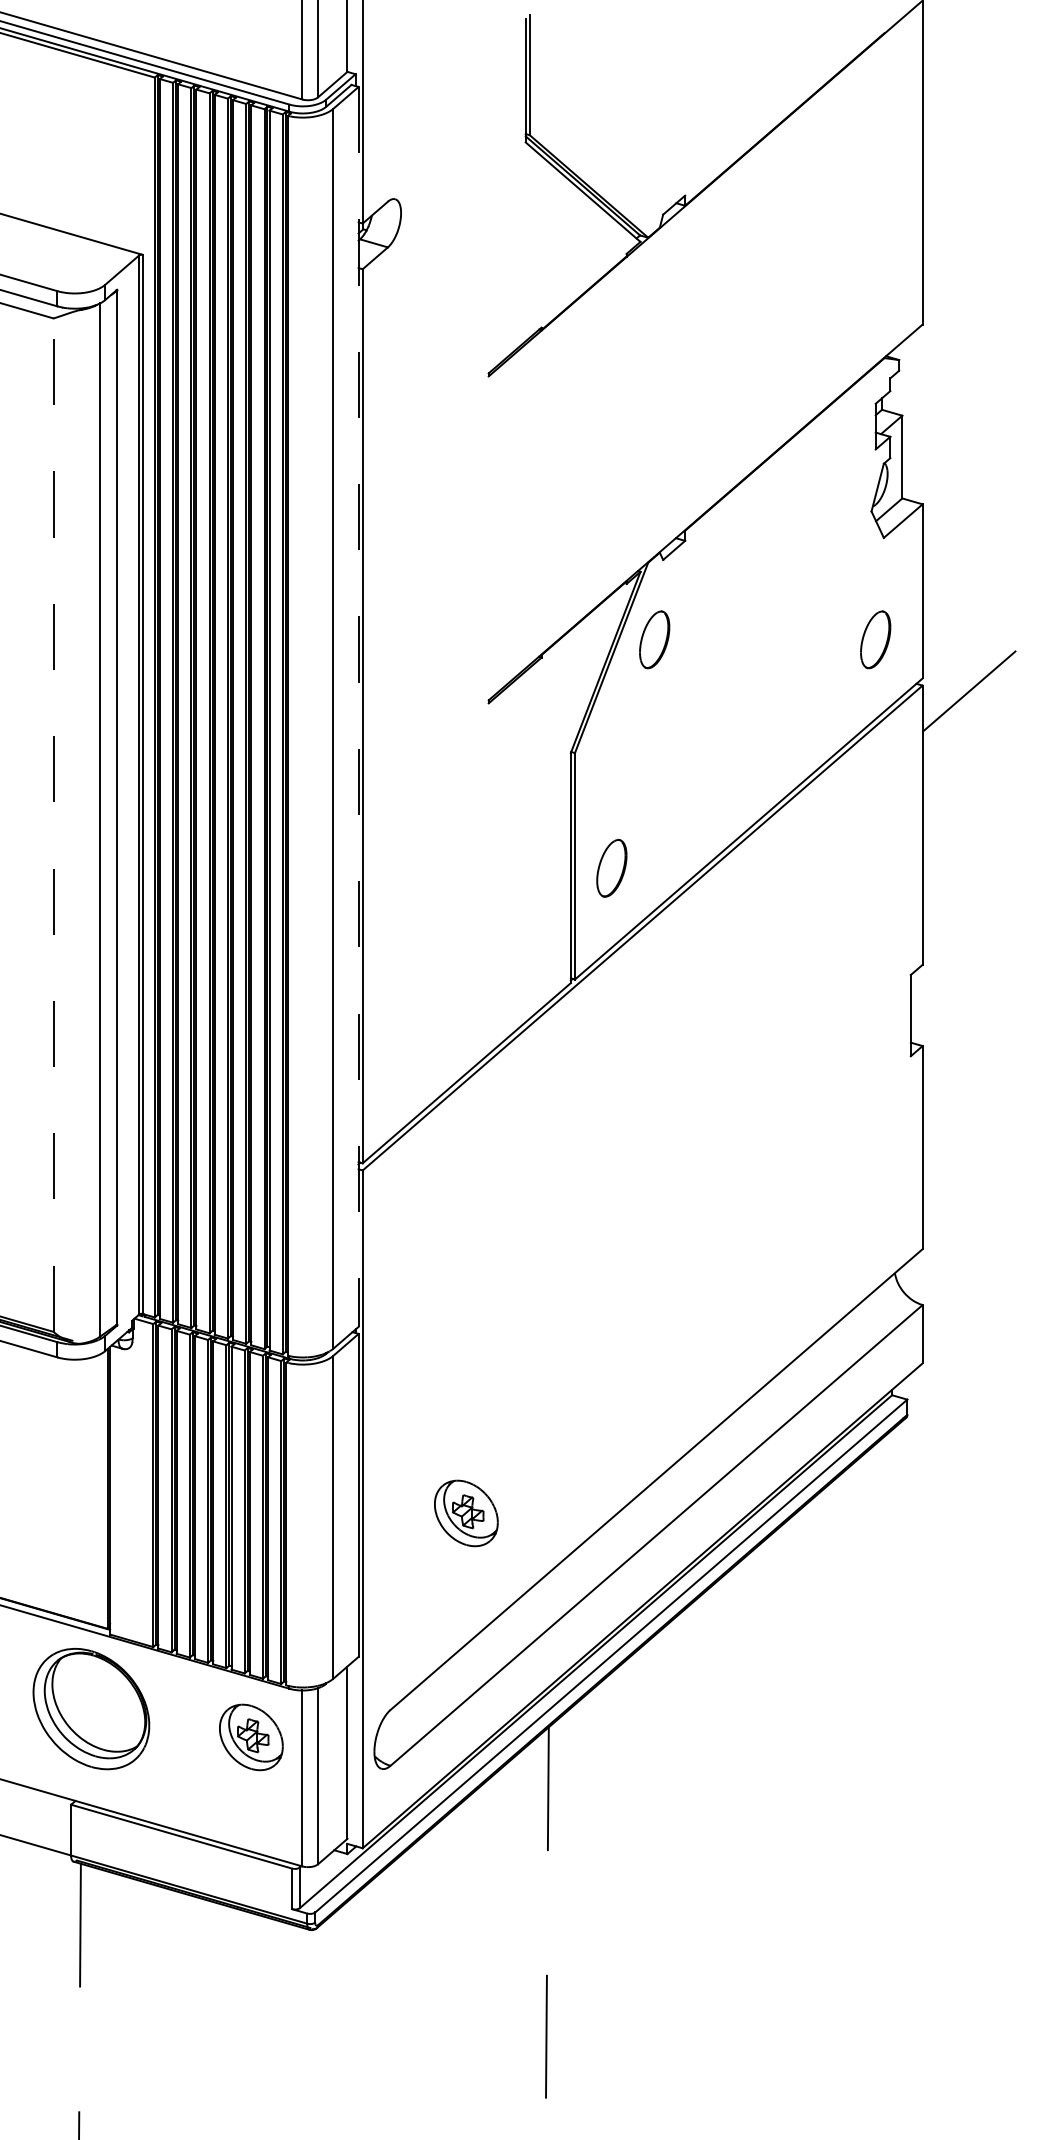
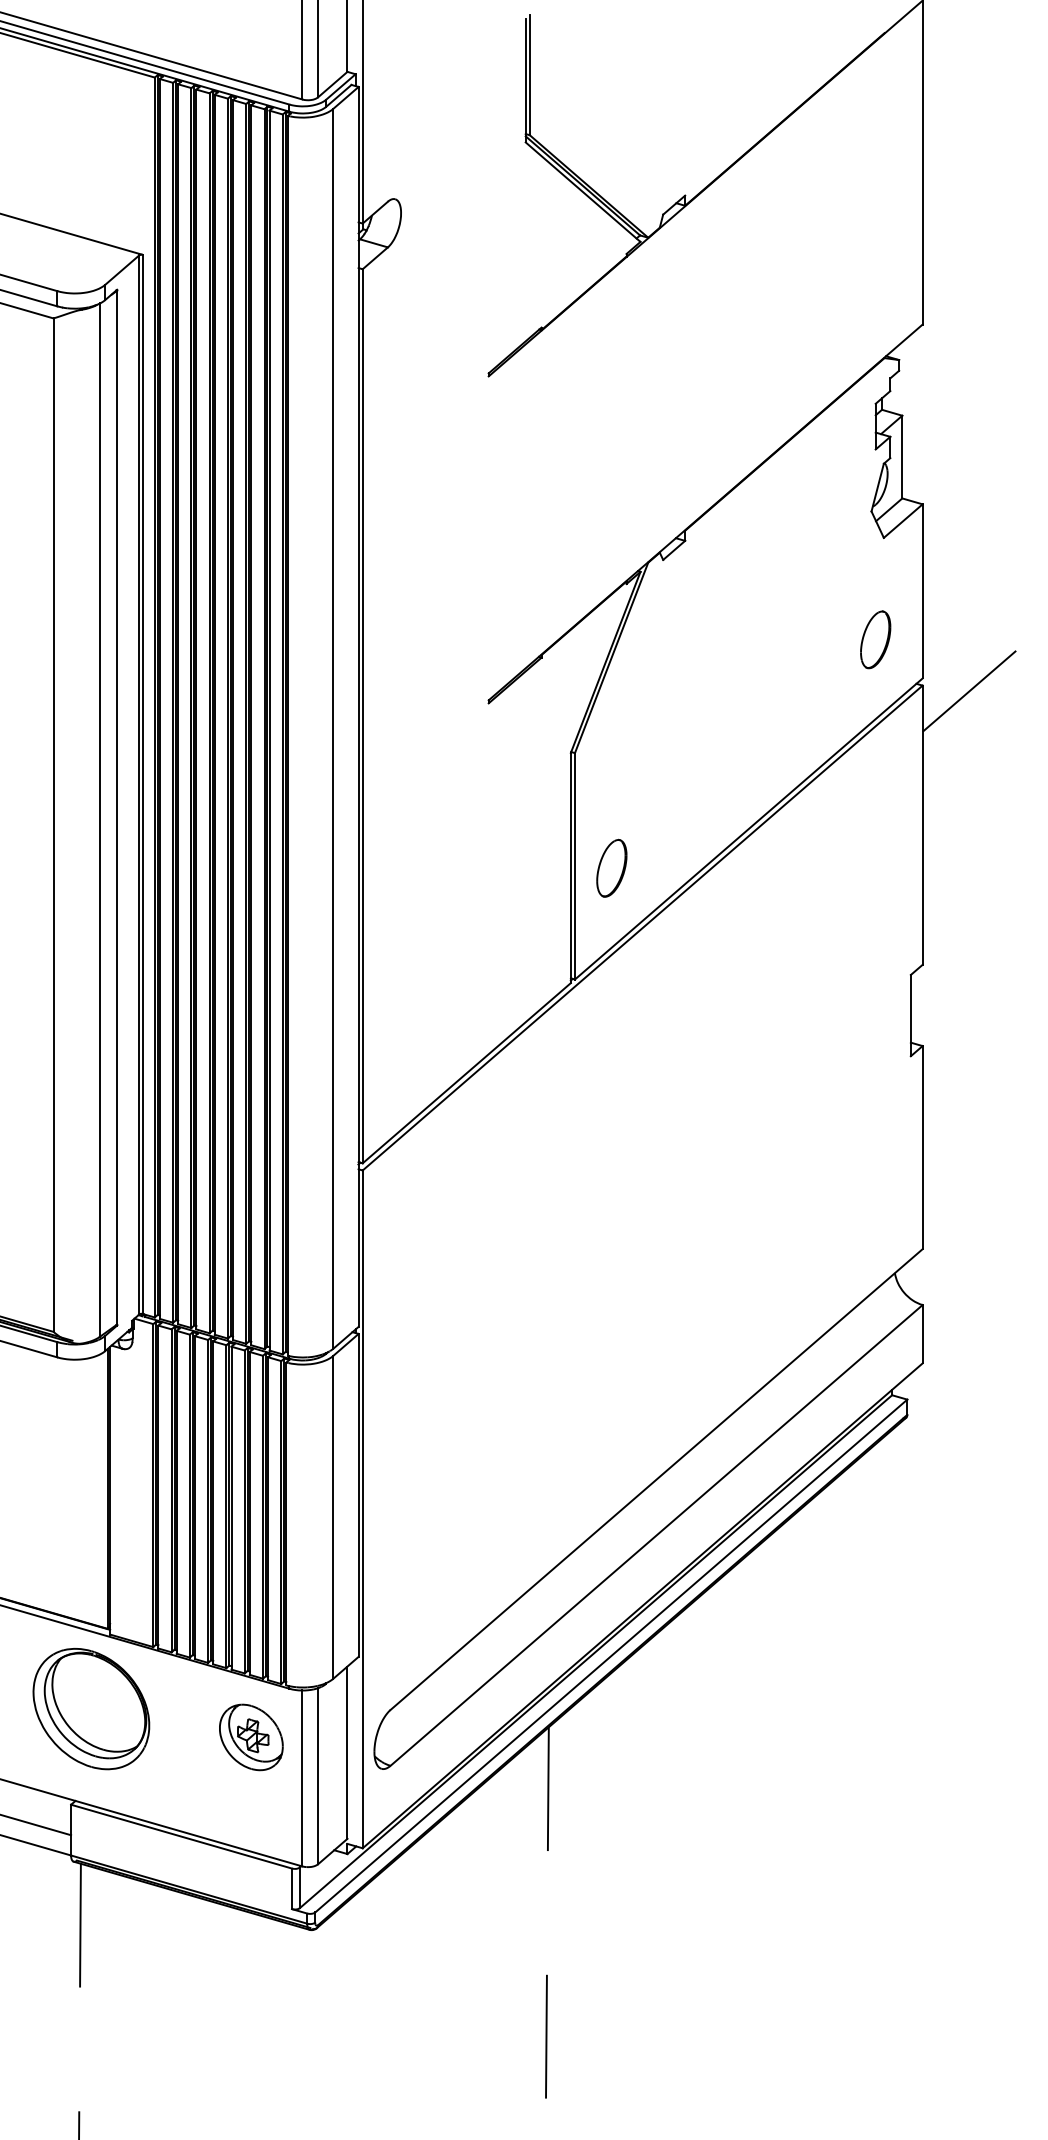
part at (654, 639): present -> none
line at (358, 706): dashed -> solid
line at (53, 825): dashed -> solid
part at (466, 1513): present -> none
line at (36, 1825): none -> present
